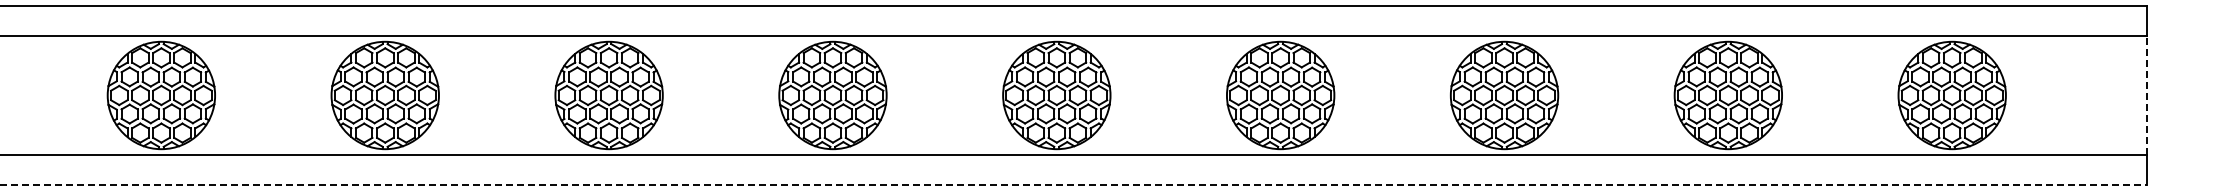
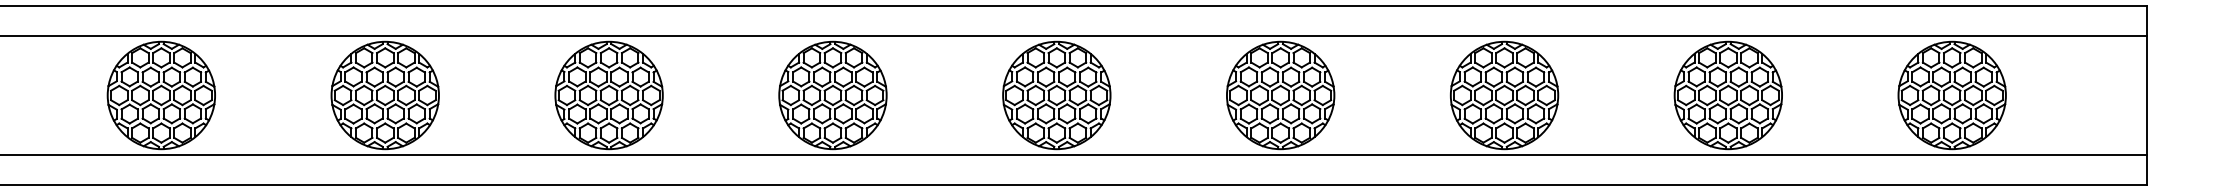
line at (2146, 95): dashed -> solid
line at (1073, 185): dashed -> solid
